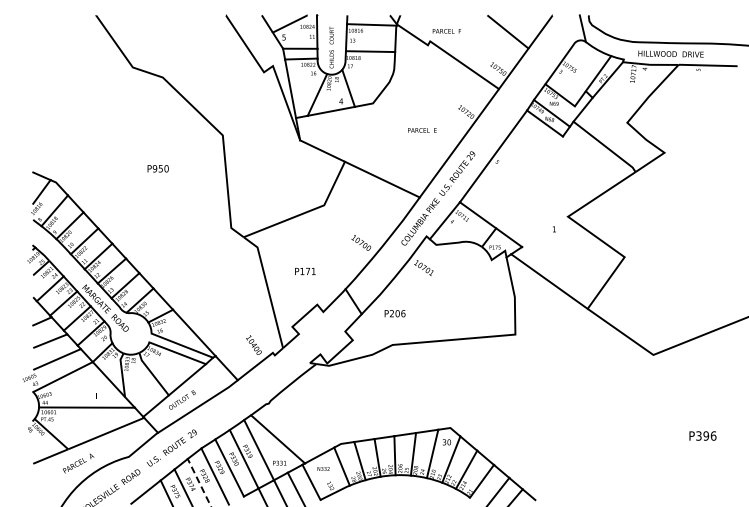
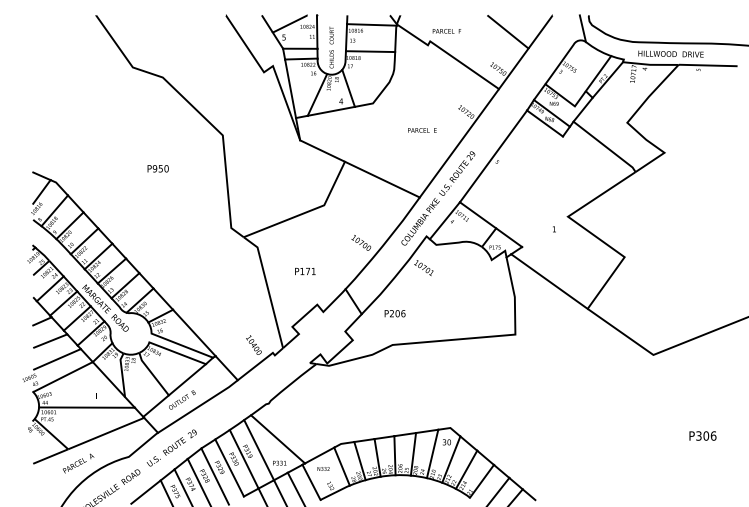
text at (705, 435): P396 -> P306
line at (199, 482): dashed -> solid
